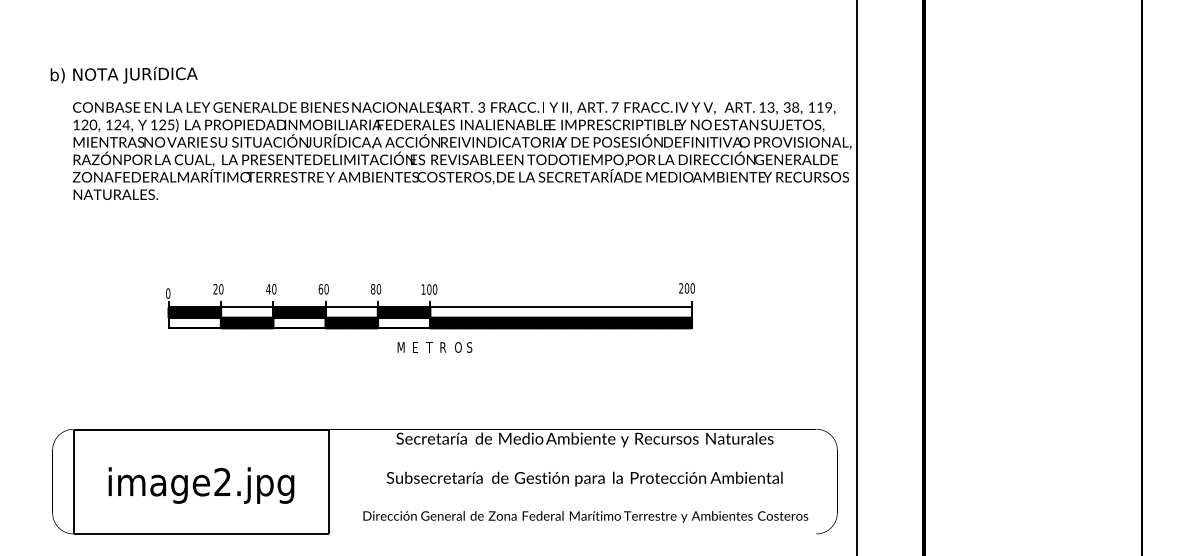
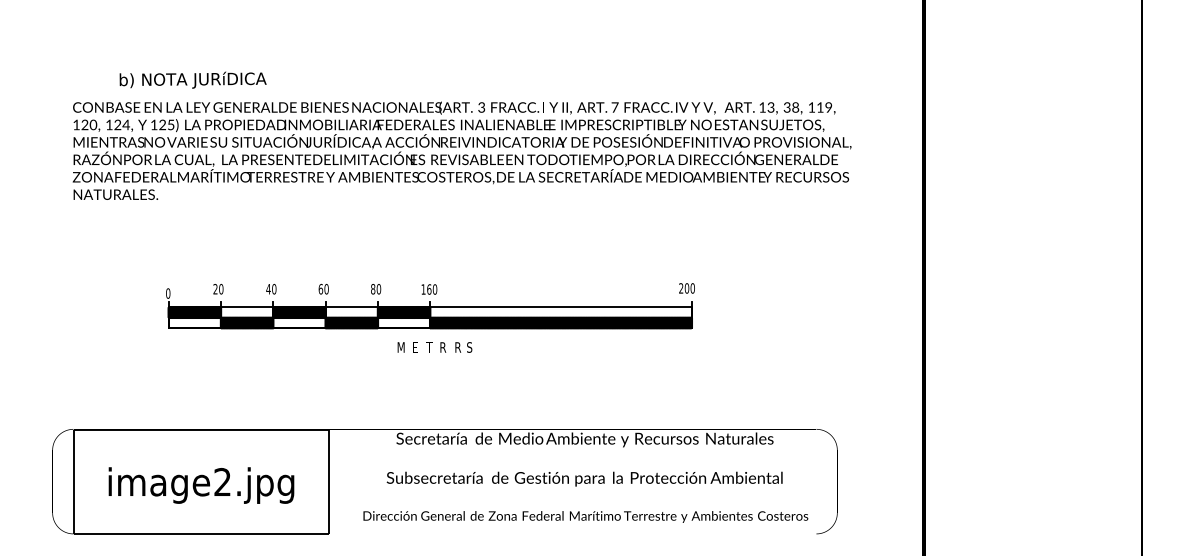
text at (123, 74) position: (123, 74) -> (192, 79)
line at (857, 277): present -> none
text at (429, 289): 100 -> 160
text at (458, 347): O -> R
